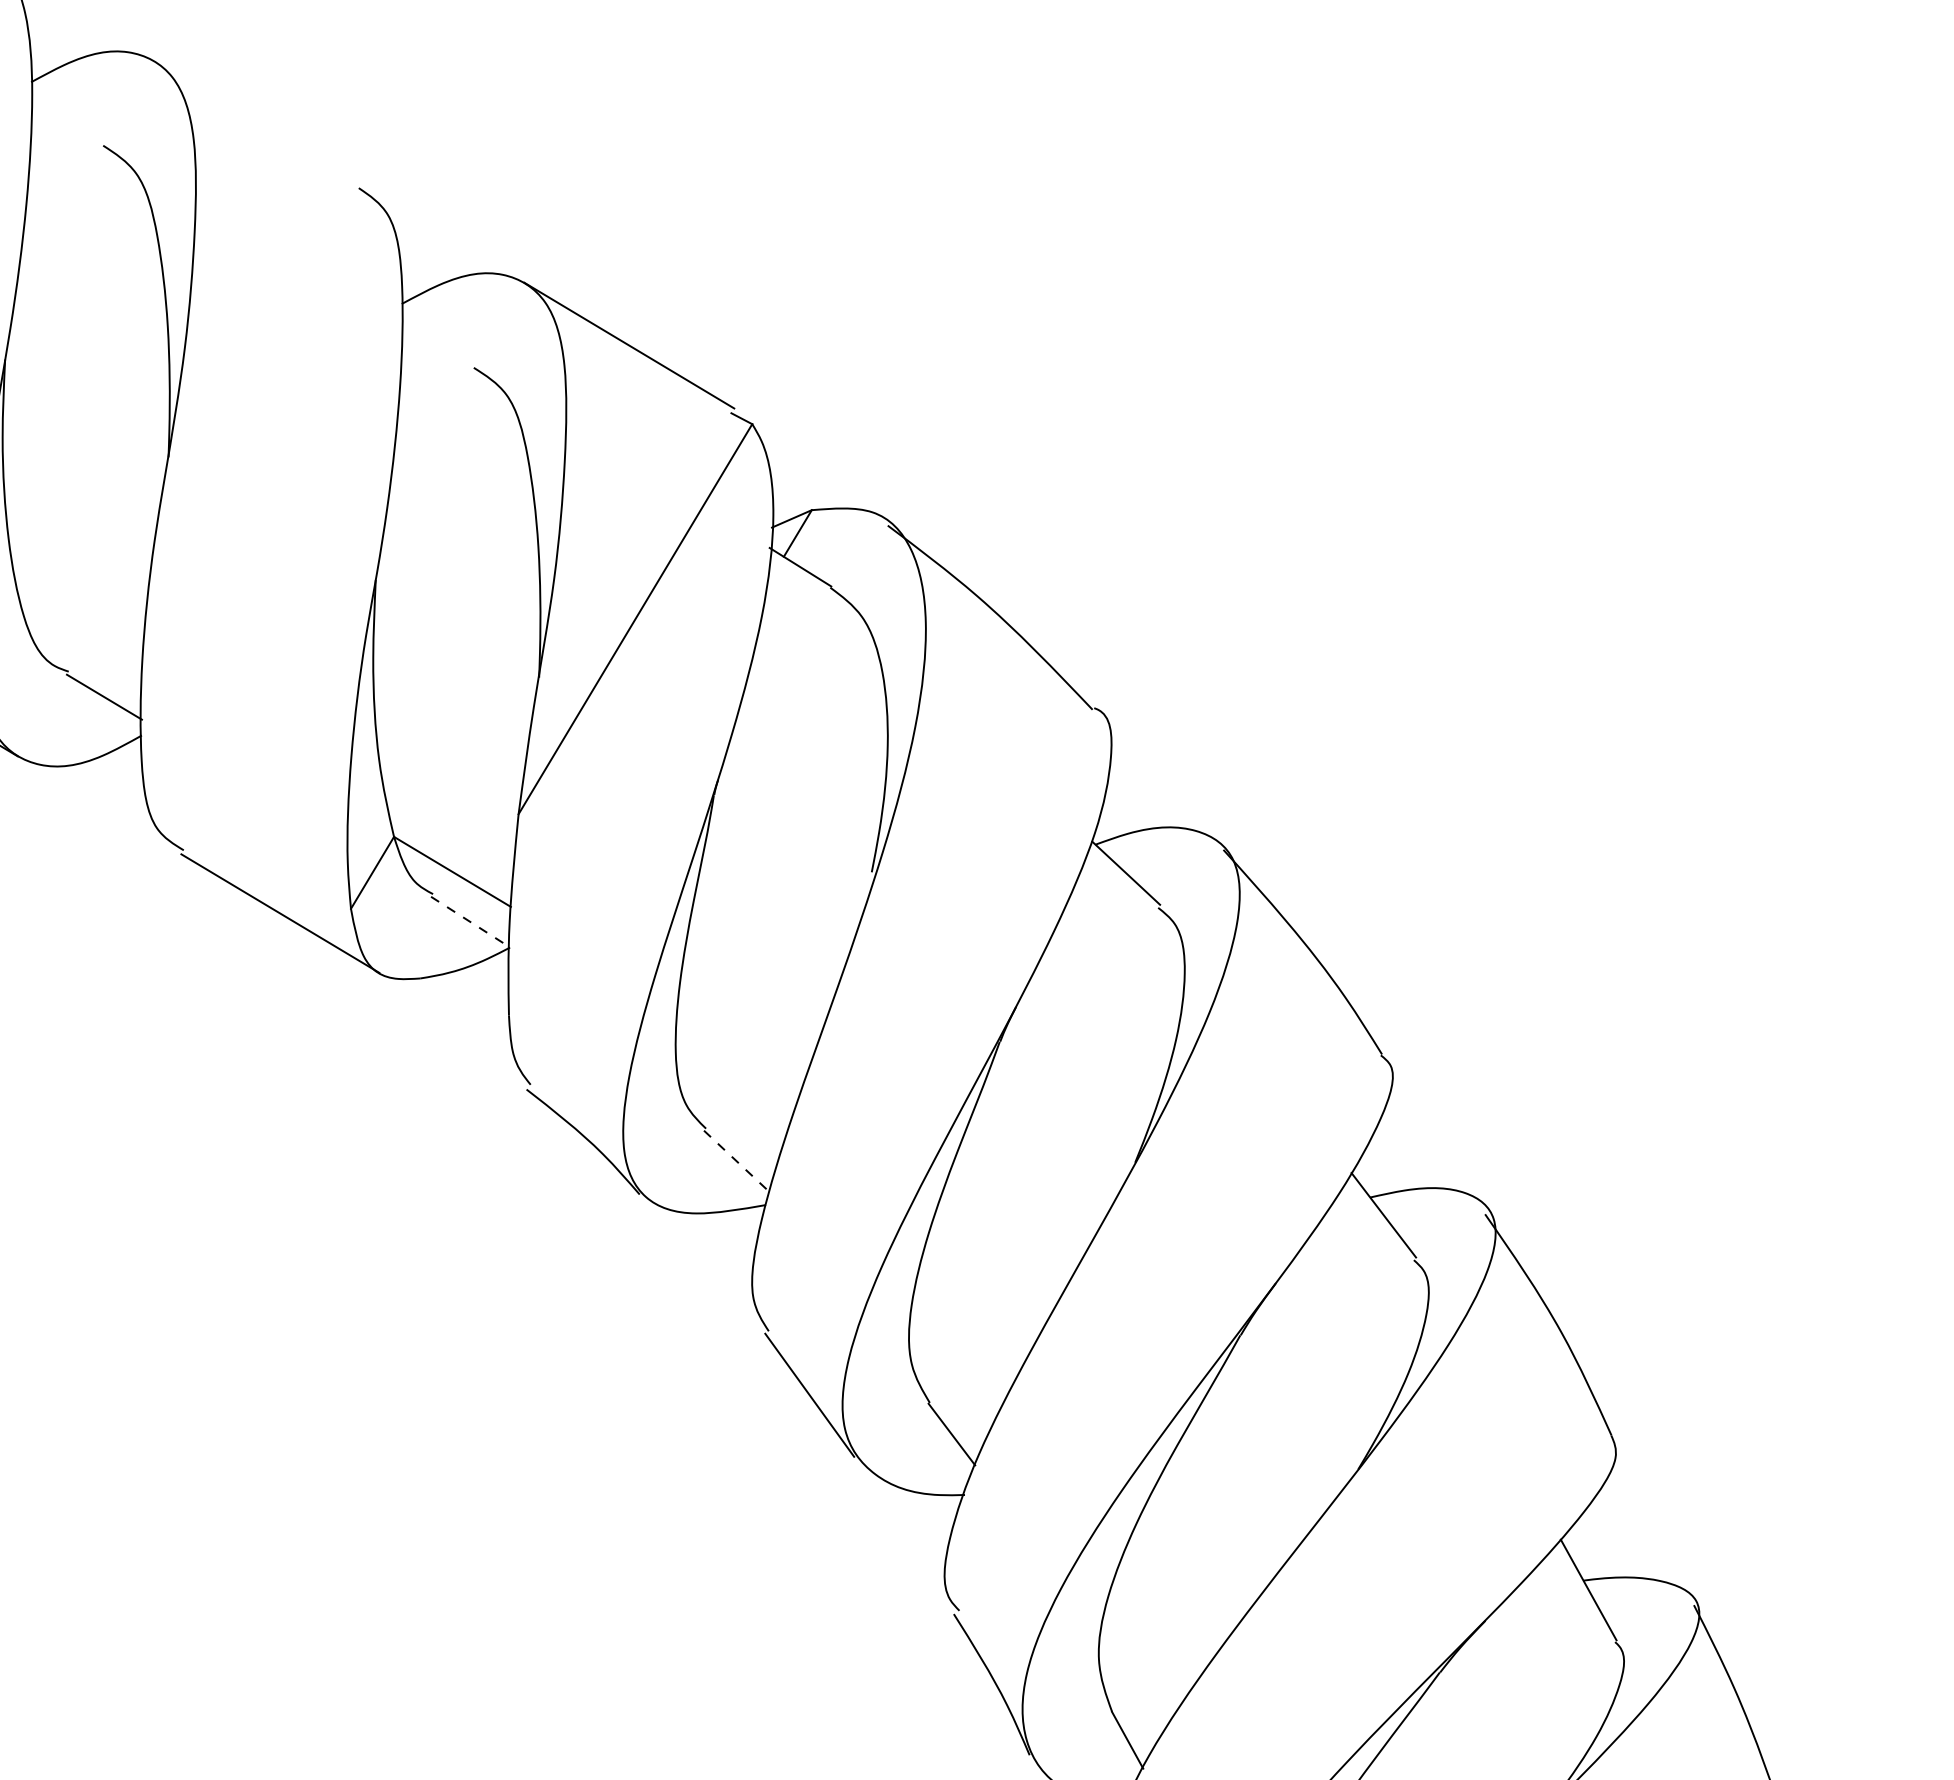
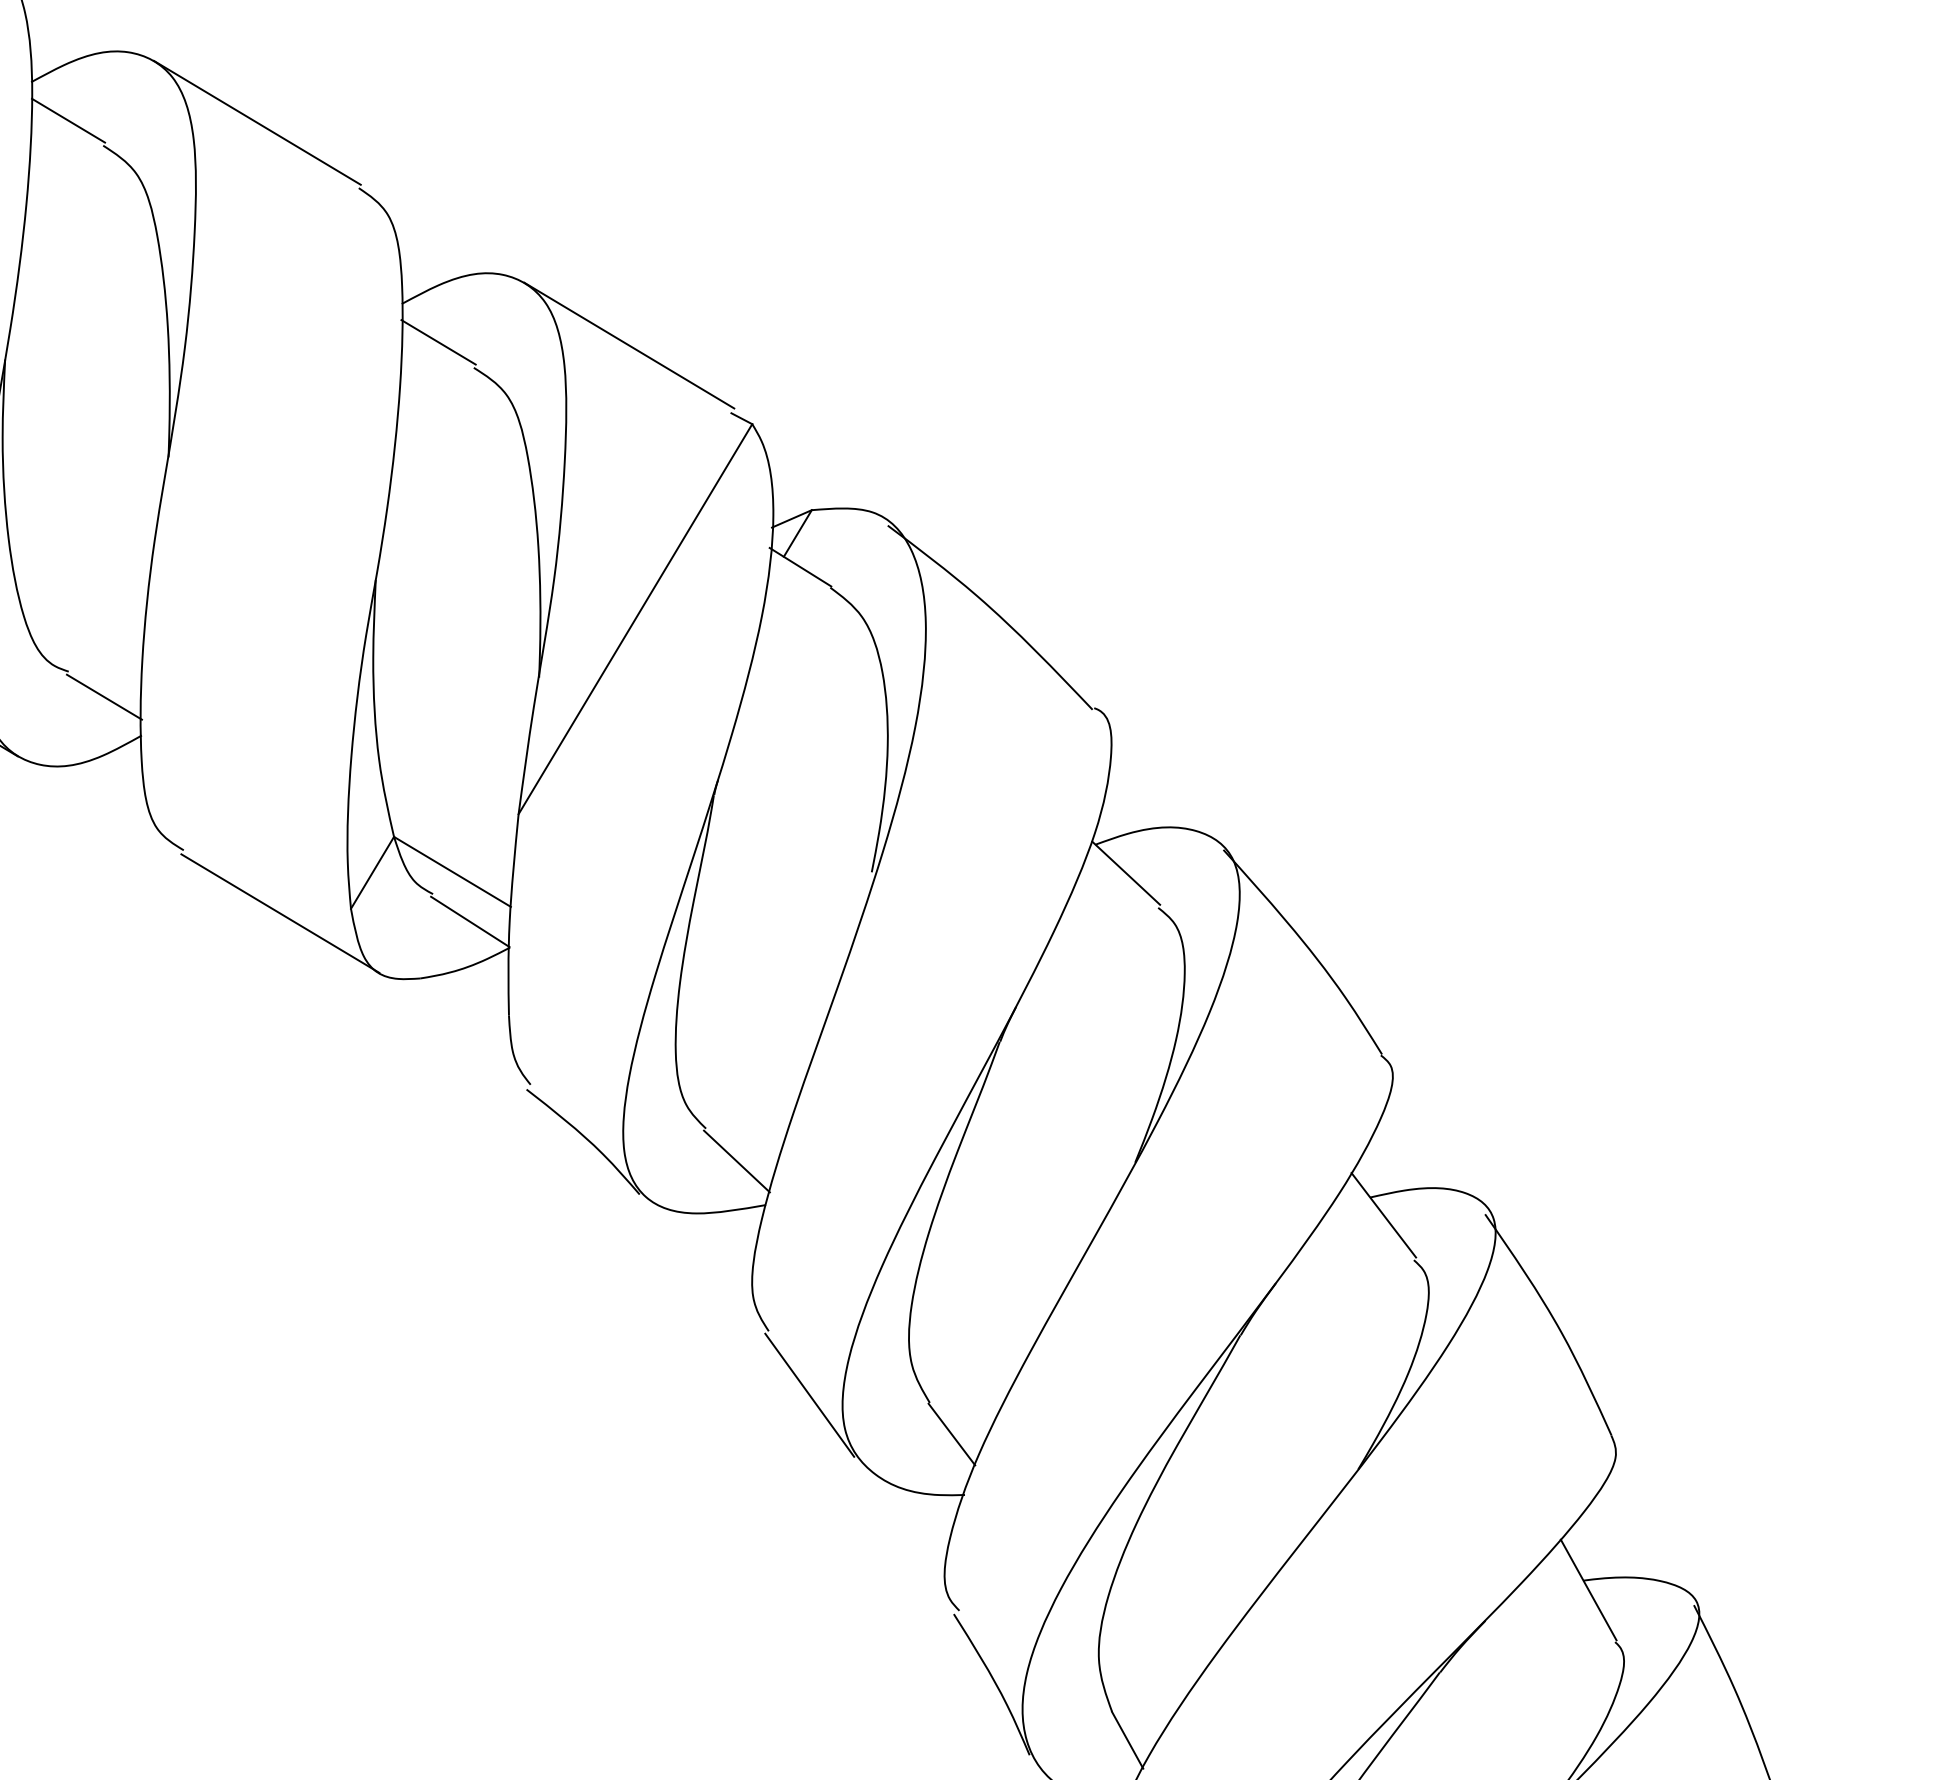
line at (68, 120): none -> present
line at (256, 122): none -> present
line at (438, 342): none -> present
line at (470, 921): dashed -> solid
line at (737, 1161): dashed -> solid
